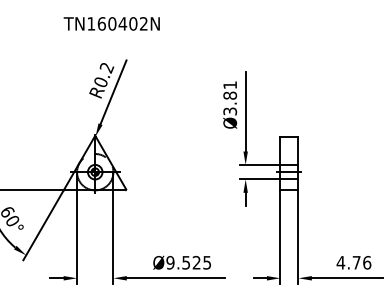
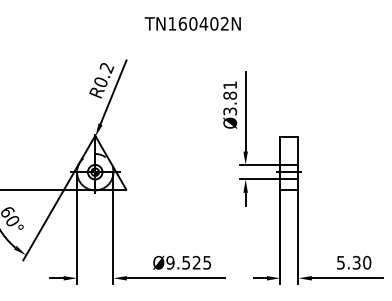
text at (111, 23) position: (111, 23) -> (192, 23)
text at (353, 262): 4.76 -> 5.30
